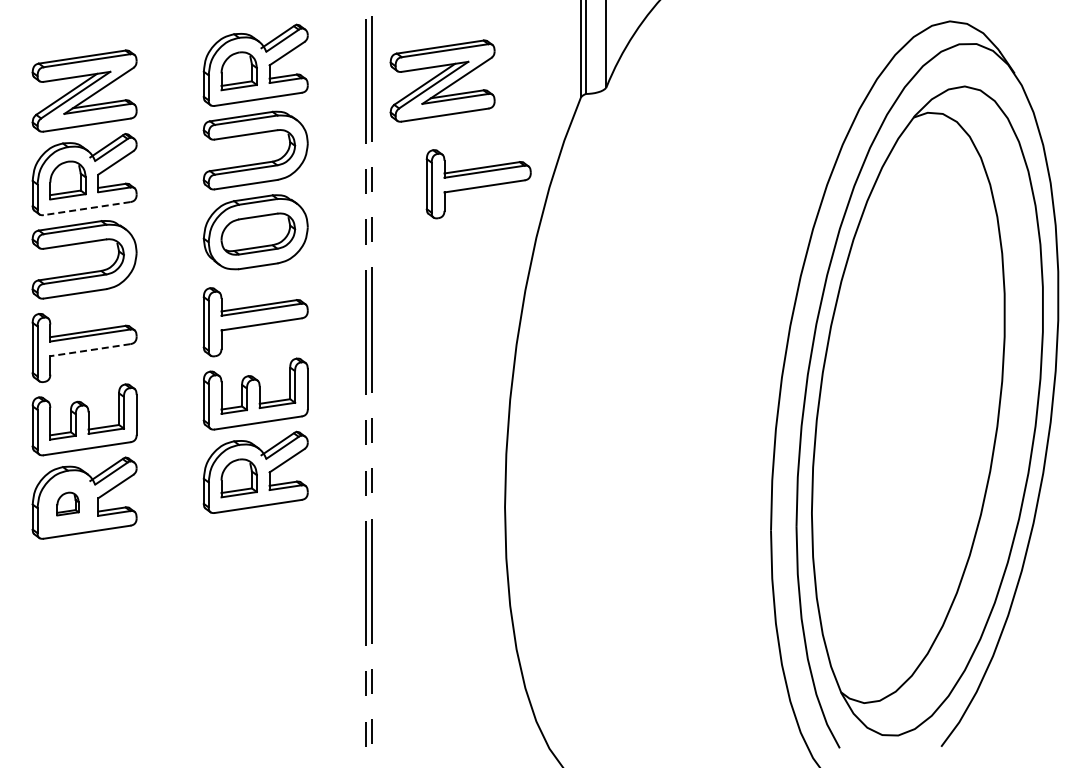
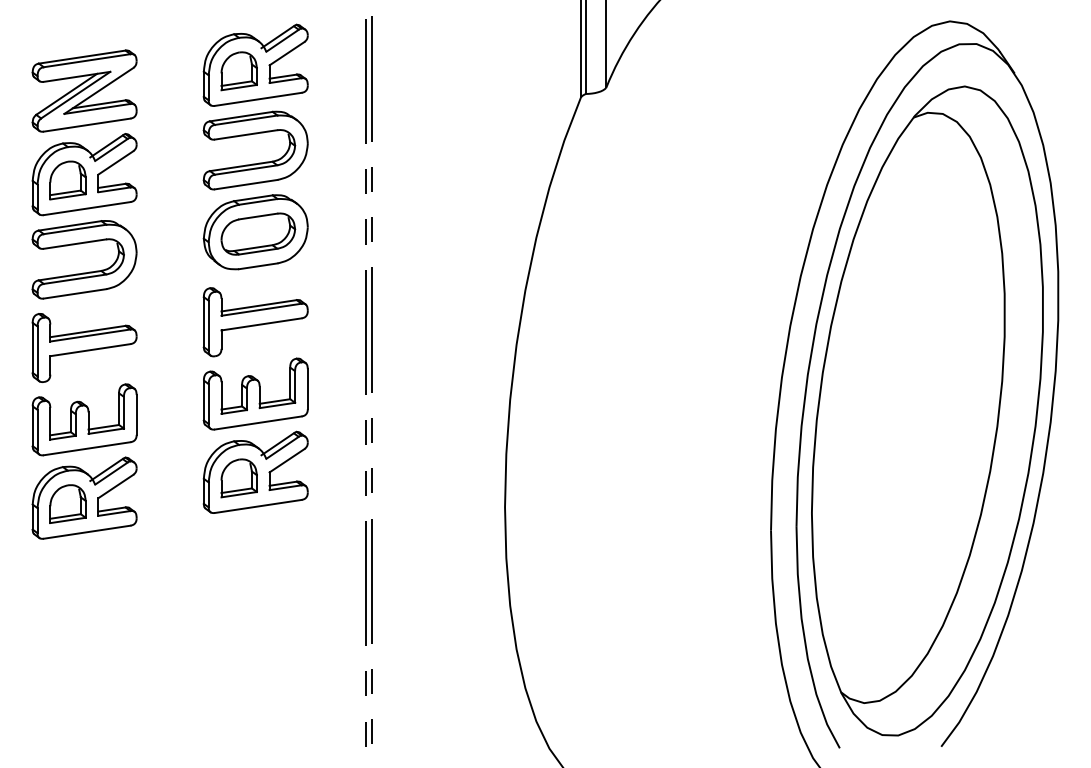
part at (442, 80): present -> none
part at (478, 184): present -> none
line at (87, 208): dashed -> solid
line at (90, 350): dashed -> solid
part at (67, 503) size: 24x26 px -> 38x40 px
